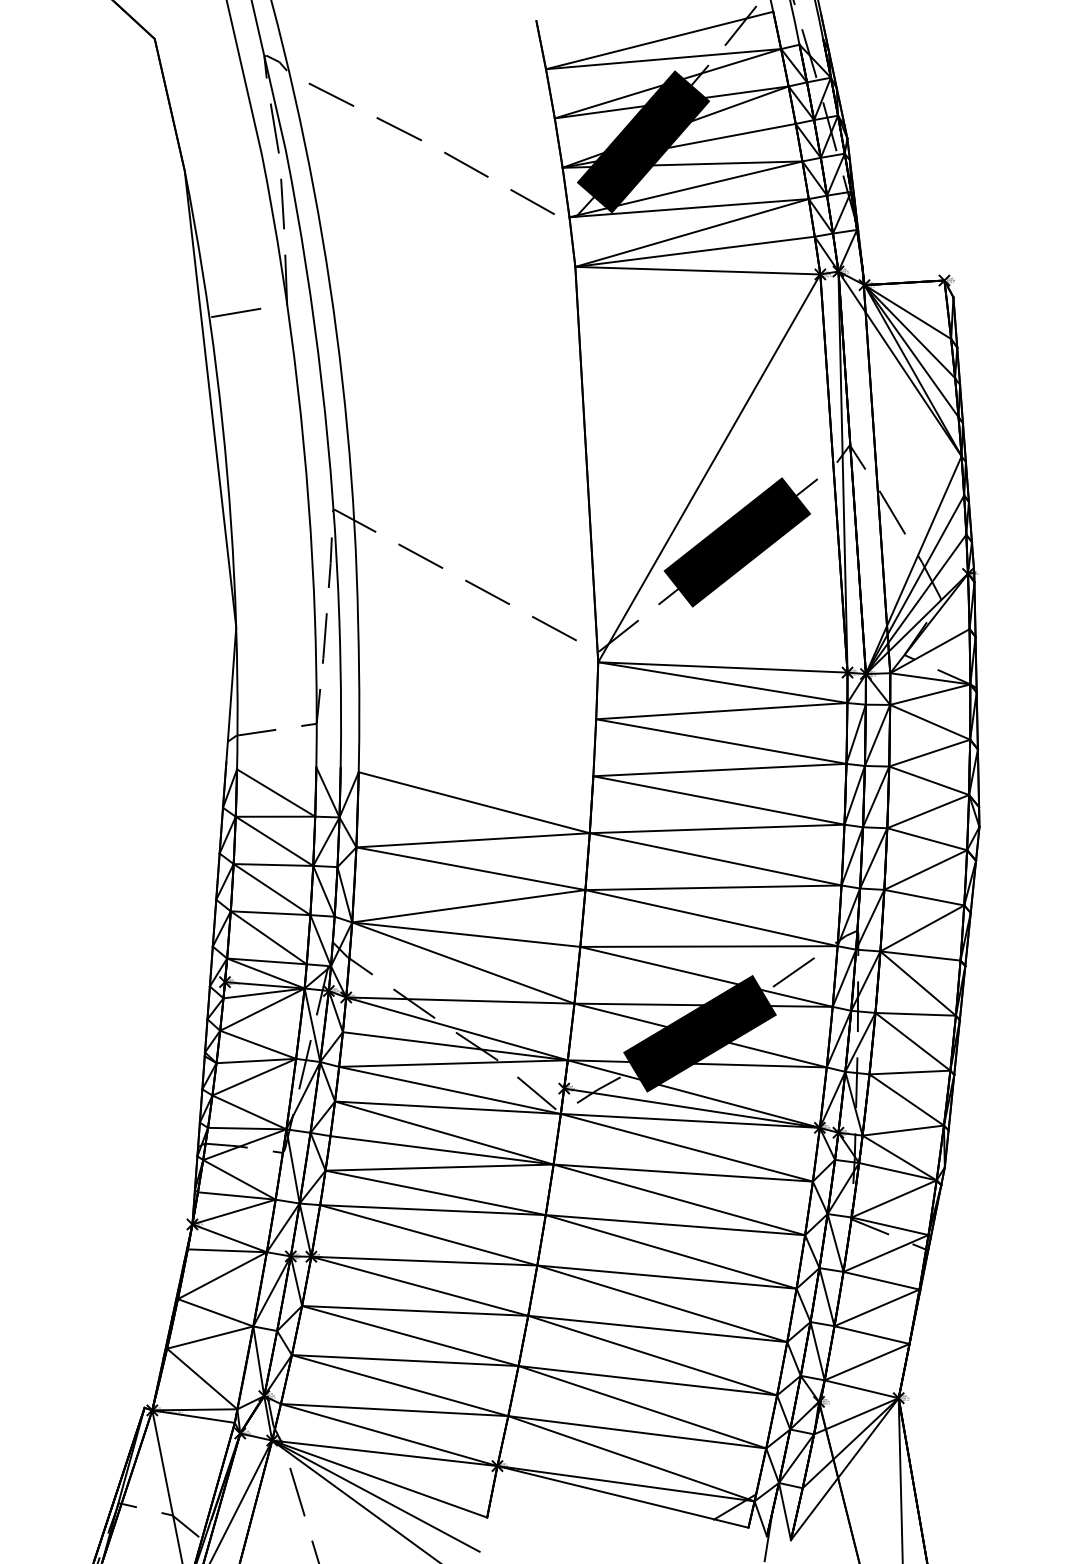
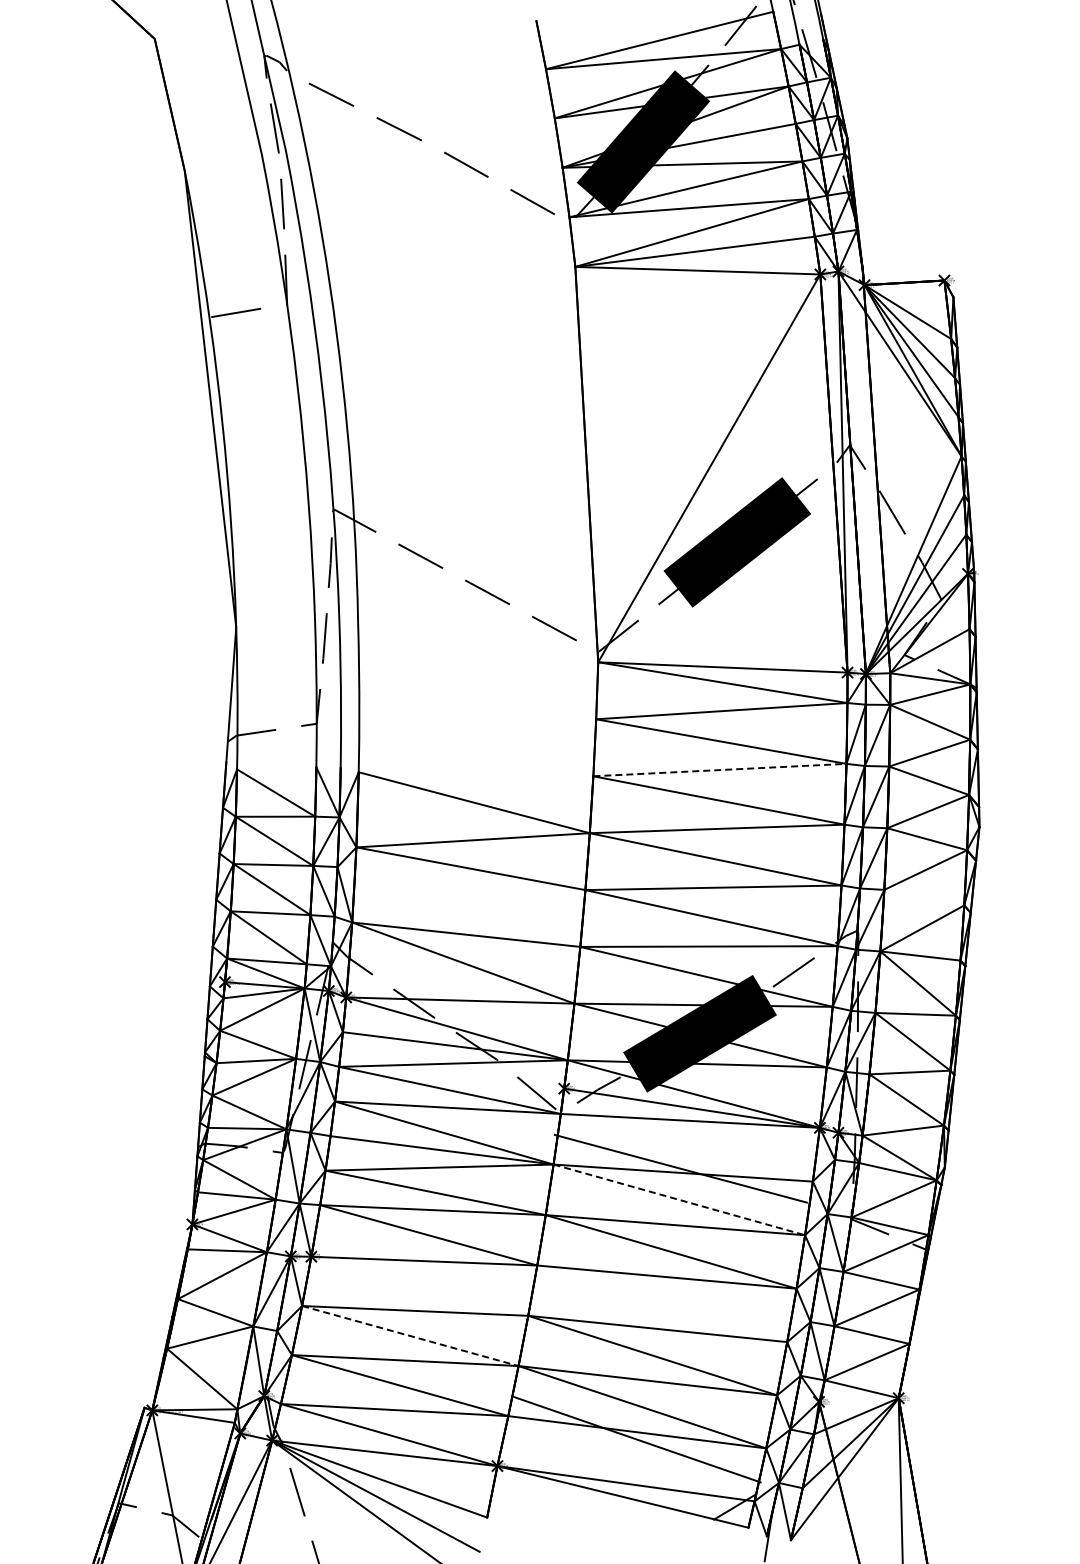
line at (719, 770): solid -> dashed
line at (924, 897): present -> none
line at (468, 906): present -> none
line at (686, 1147) position: (686, 1147) -> (680, 1168)
line at (679, 1199): solid -> dashed
line at (419, 1285): present -> none
line at (662, 1303): present -> none
line at (410, 1336): solid -> dashed
line at (631, 1458) position: (631, 1458) -> (637, 1439)
